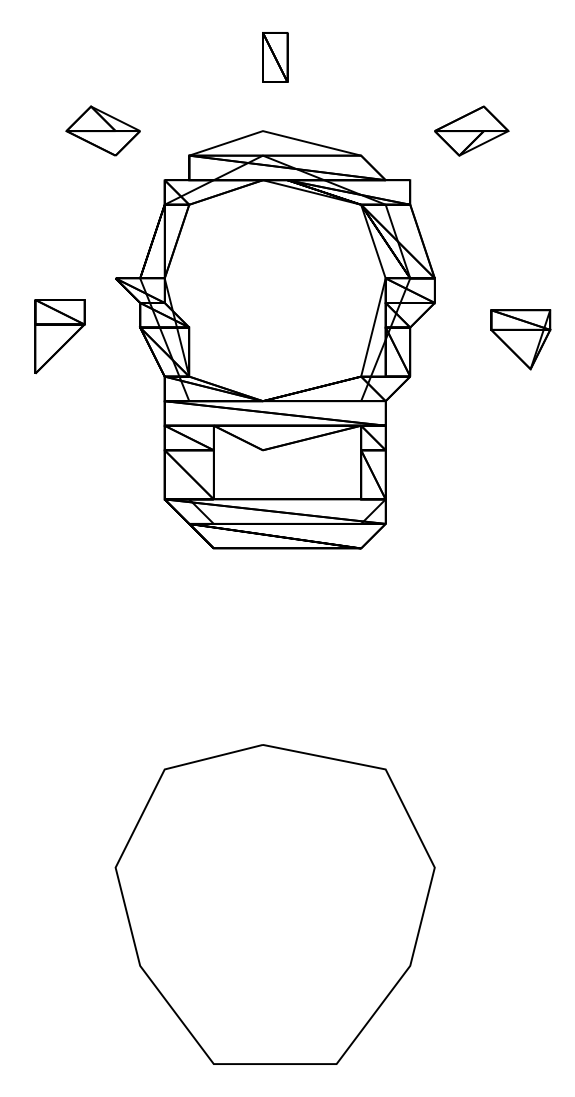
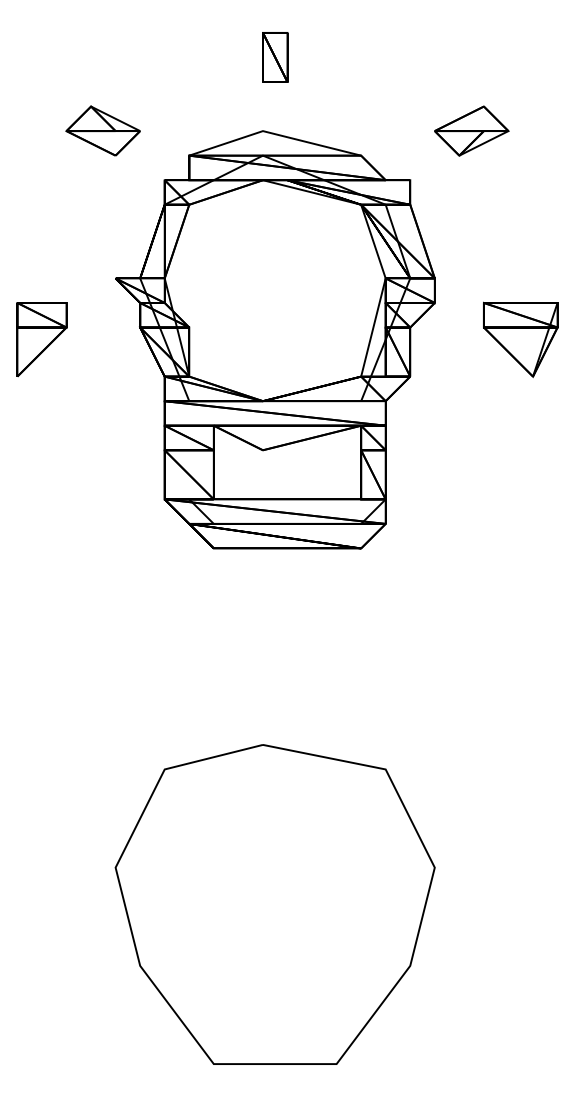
part at (59, 336) position: (59, 336) -> (41, 339)
part at (520, 339) size: 62x62 px -> 76x77 px
